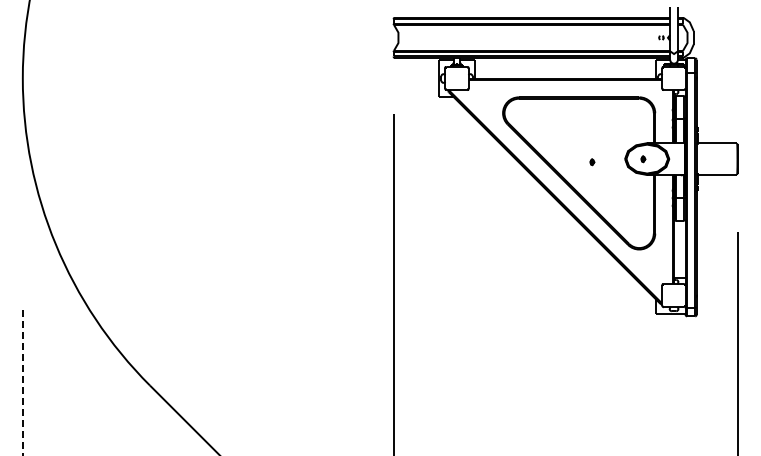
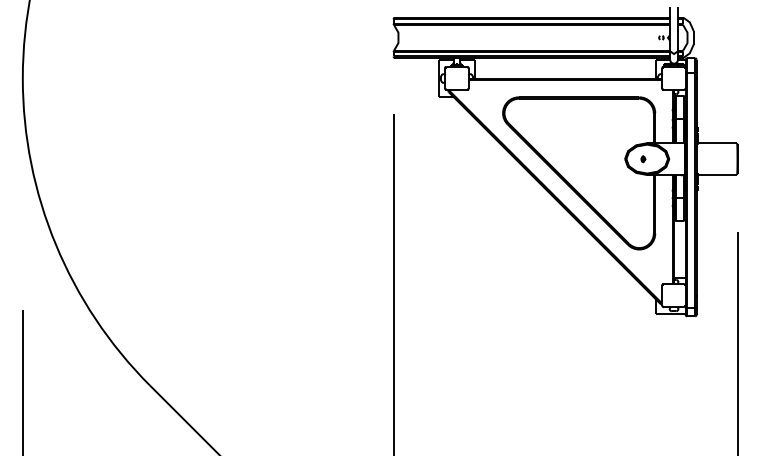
part at (592, 162): present -> none
line at (22, 382): dashed -> solid
